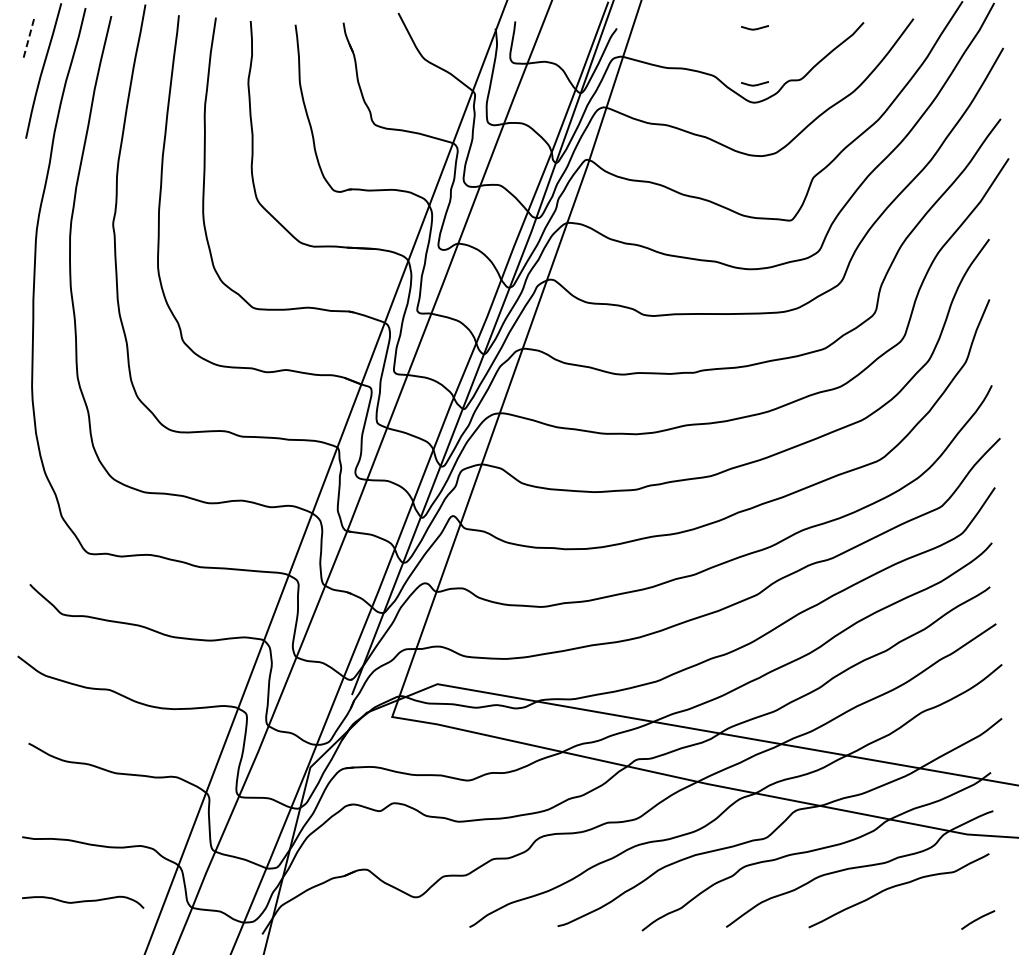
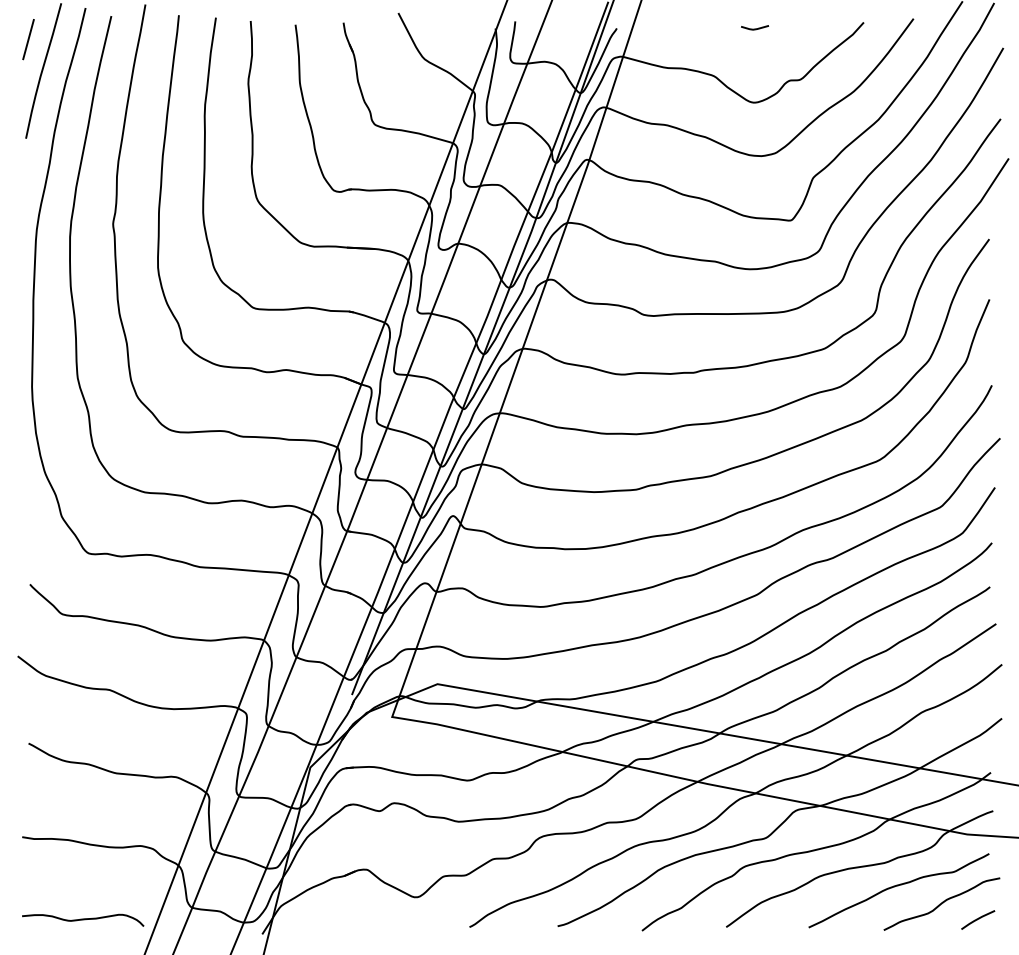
line at (28, 40): dashed -> solid
line at (755, 84): present -> none
curve at (83, 901) position: (83, 901) -> (83, 919)
curve at (941, 903): none -> present
